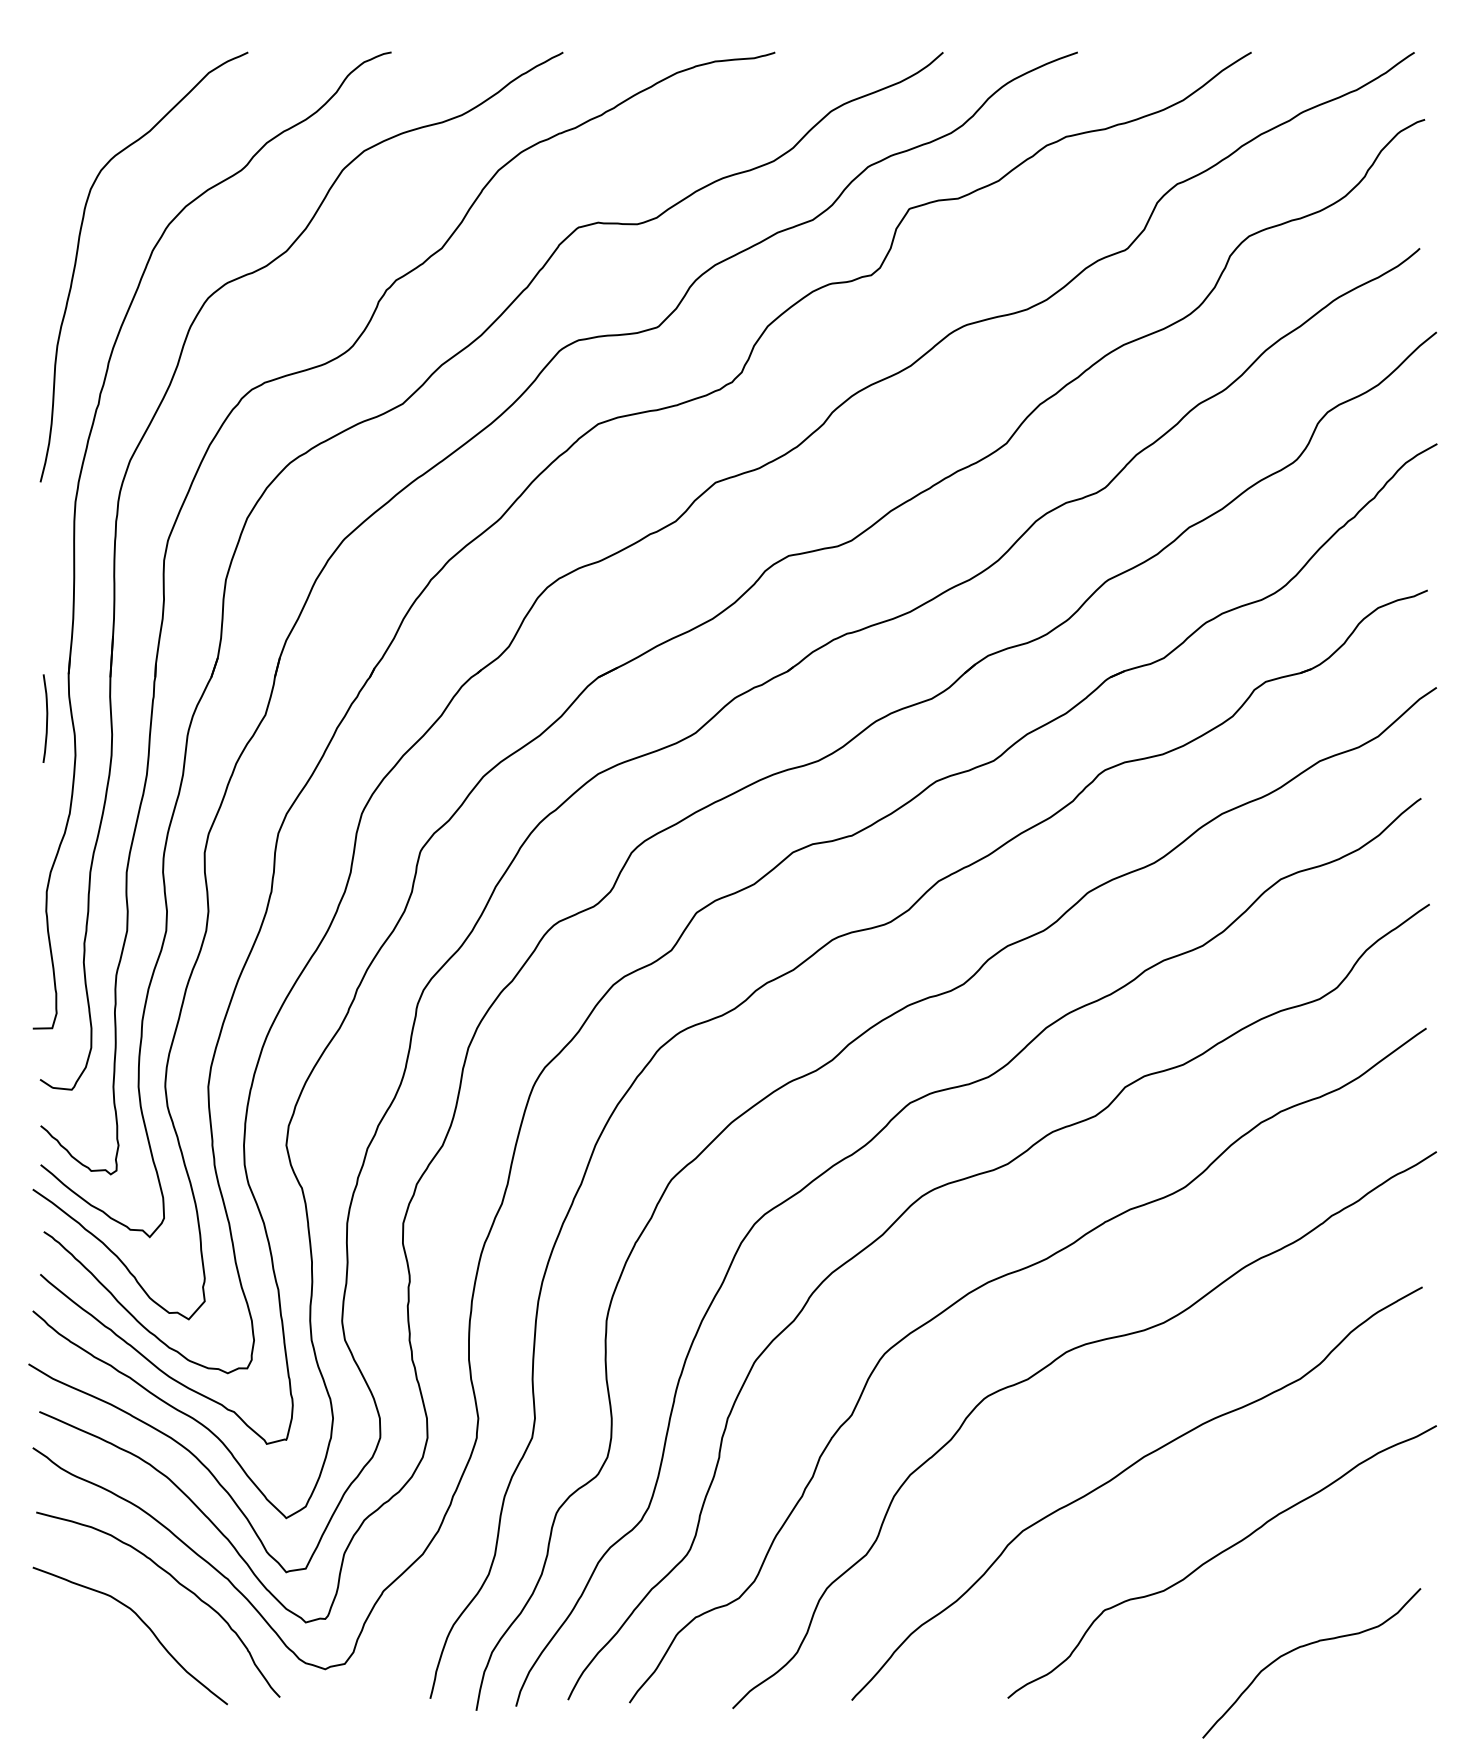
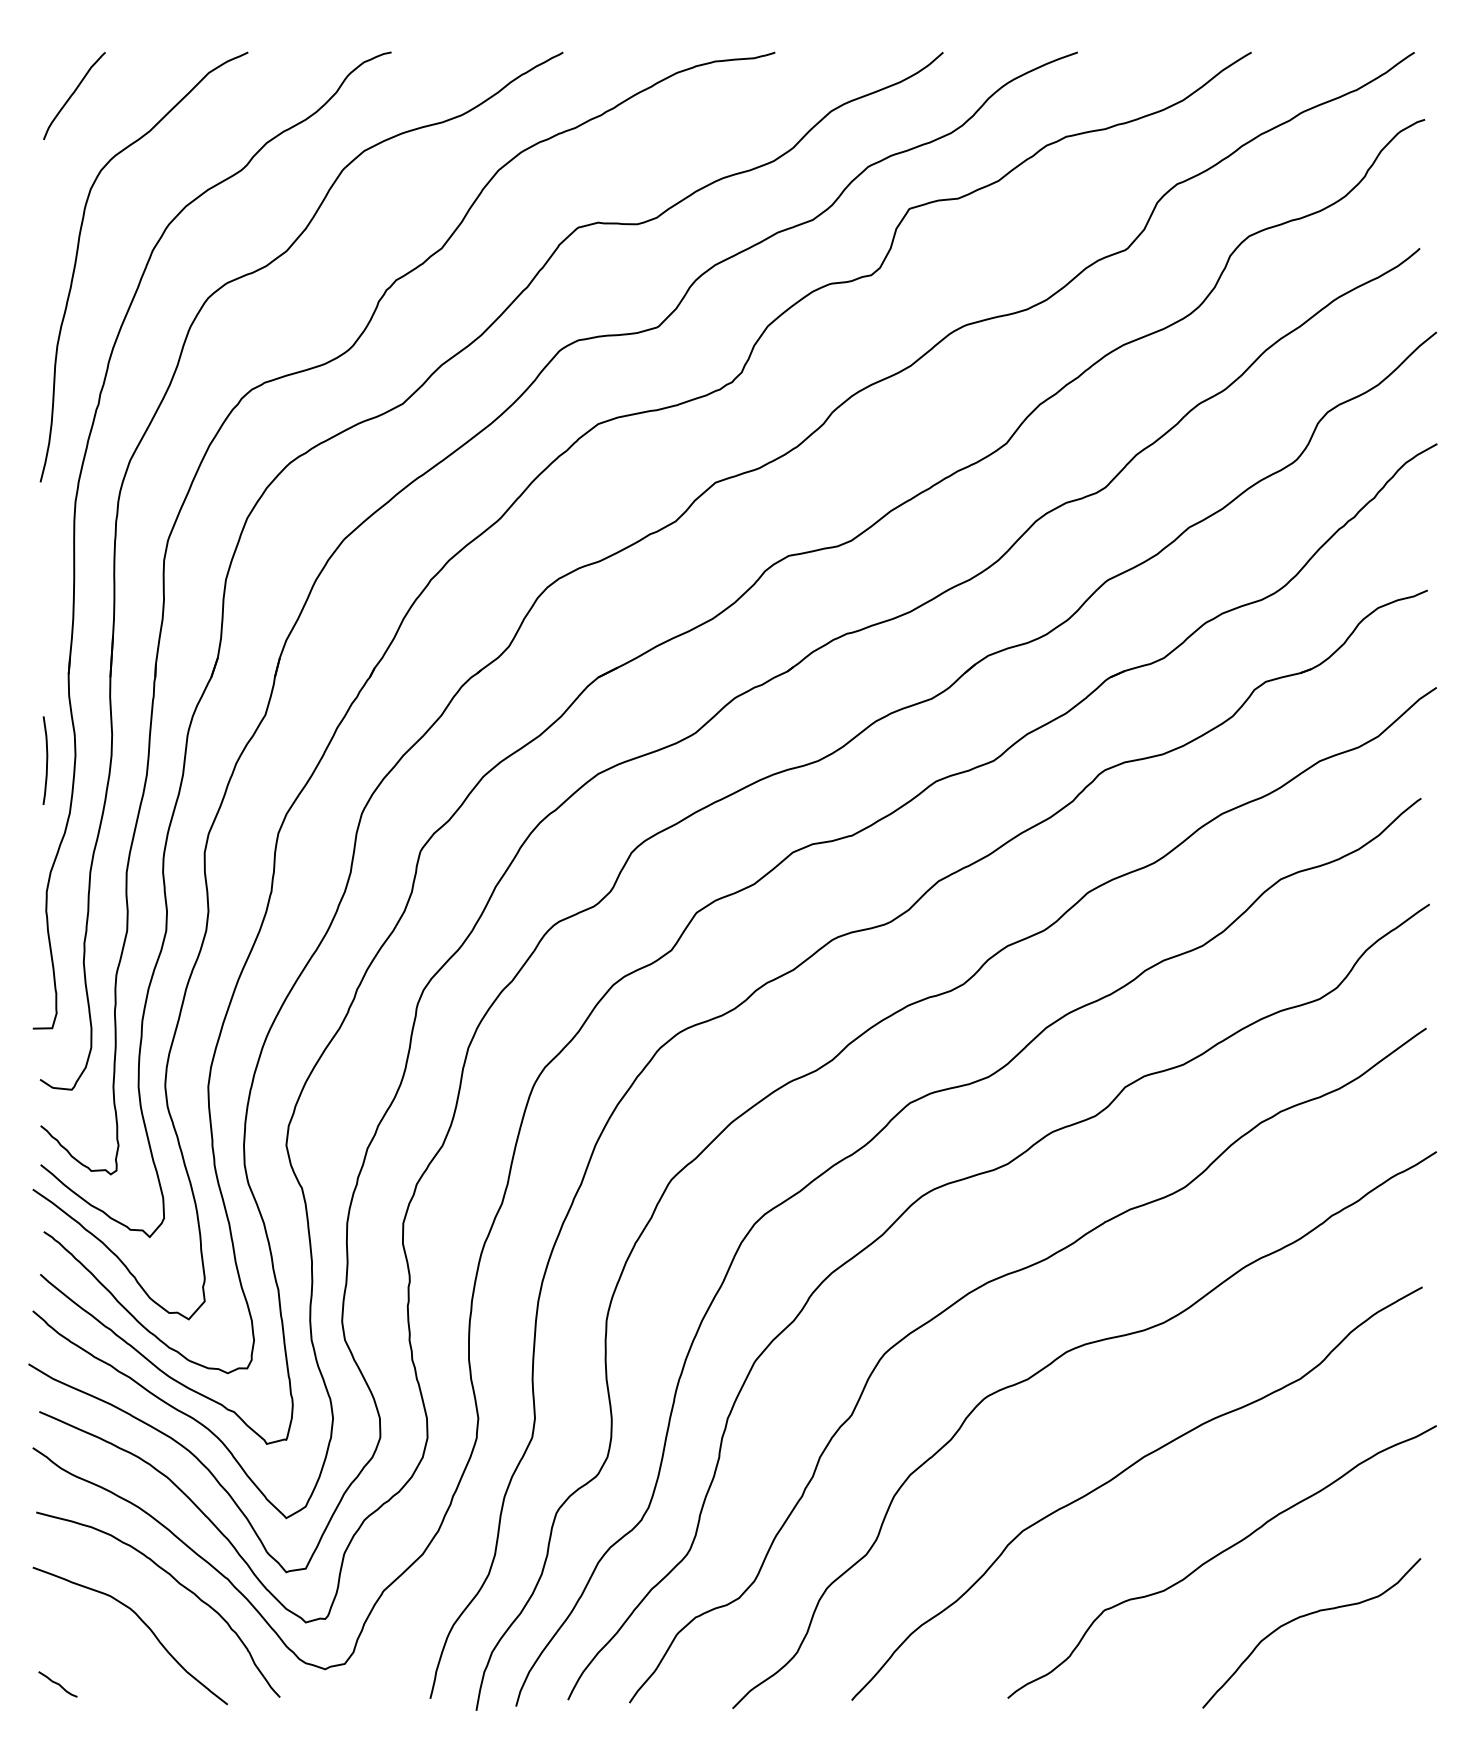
curve at (73, 94): none -> present
curve at (46, 718) position: (46, 718) -> (46, 760)
curve at (1305, 1646) position: (1305, 1646) -> (1305, 1616)
curve at (57, 1684): none -> present
